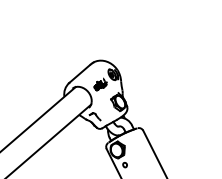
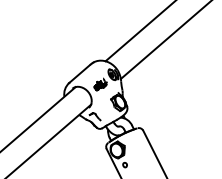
line at (139, 31): none -> present
line at (164, 40): none -> present
